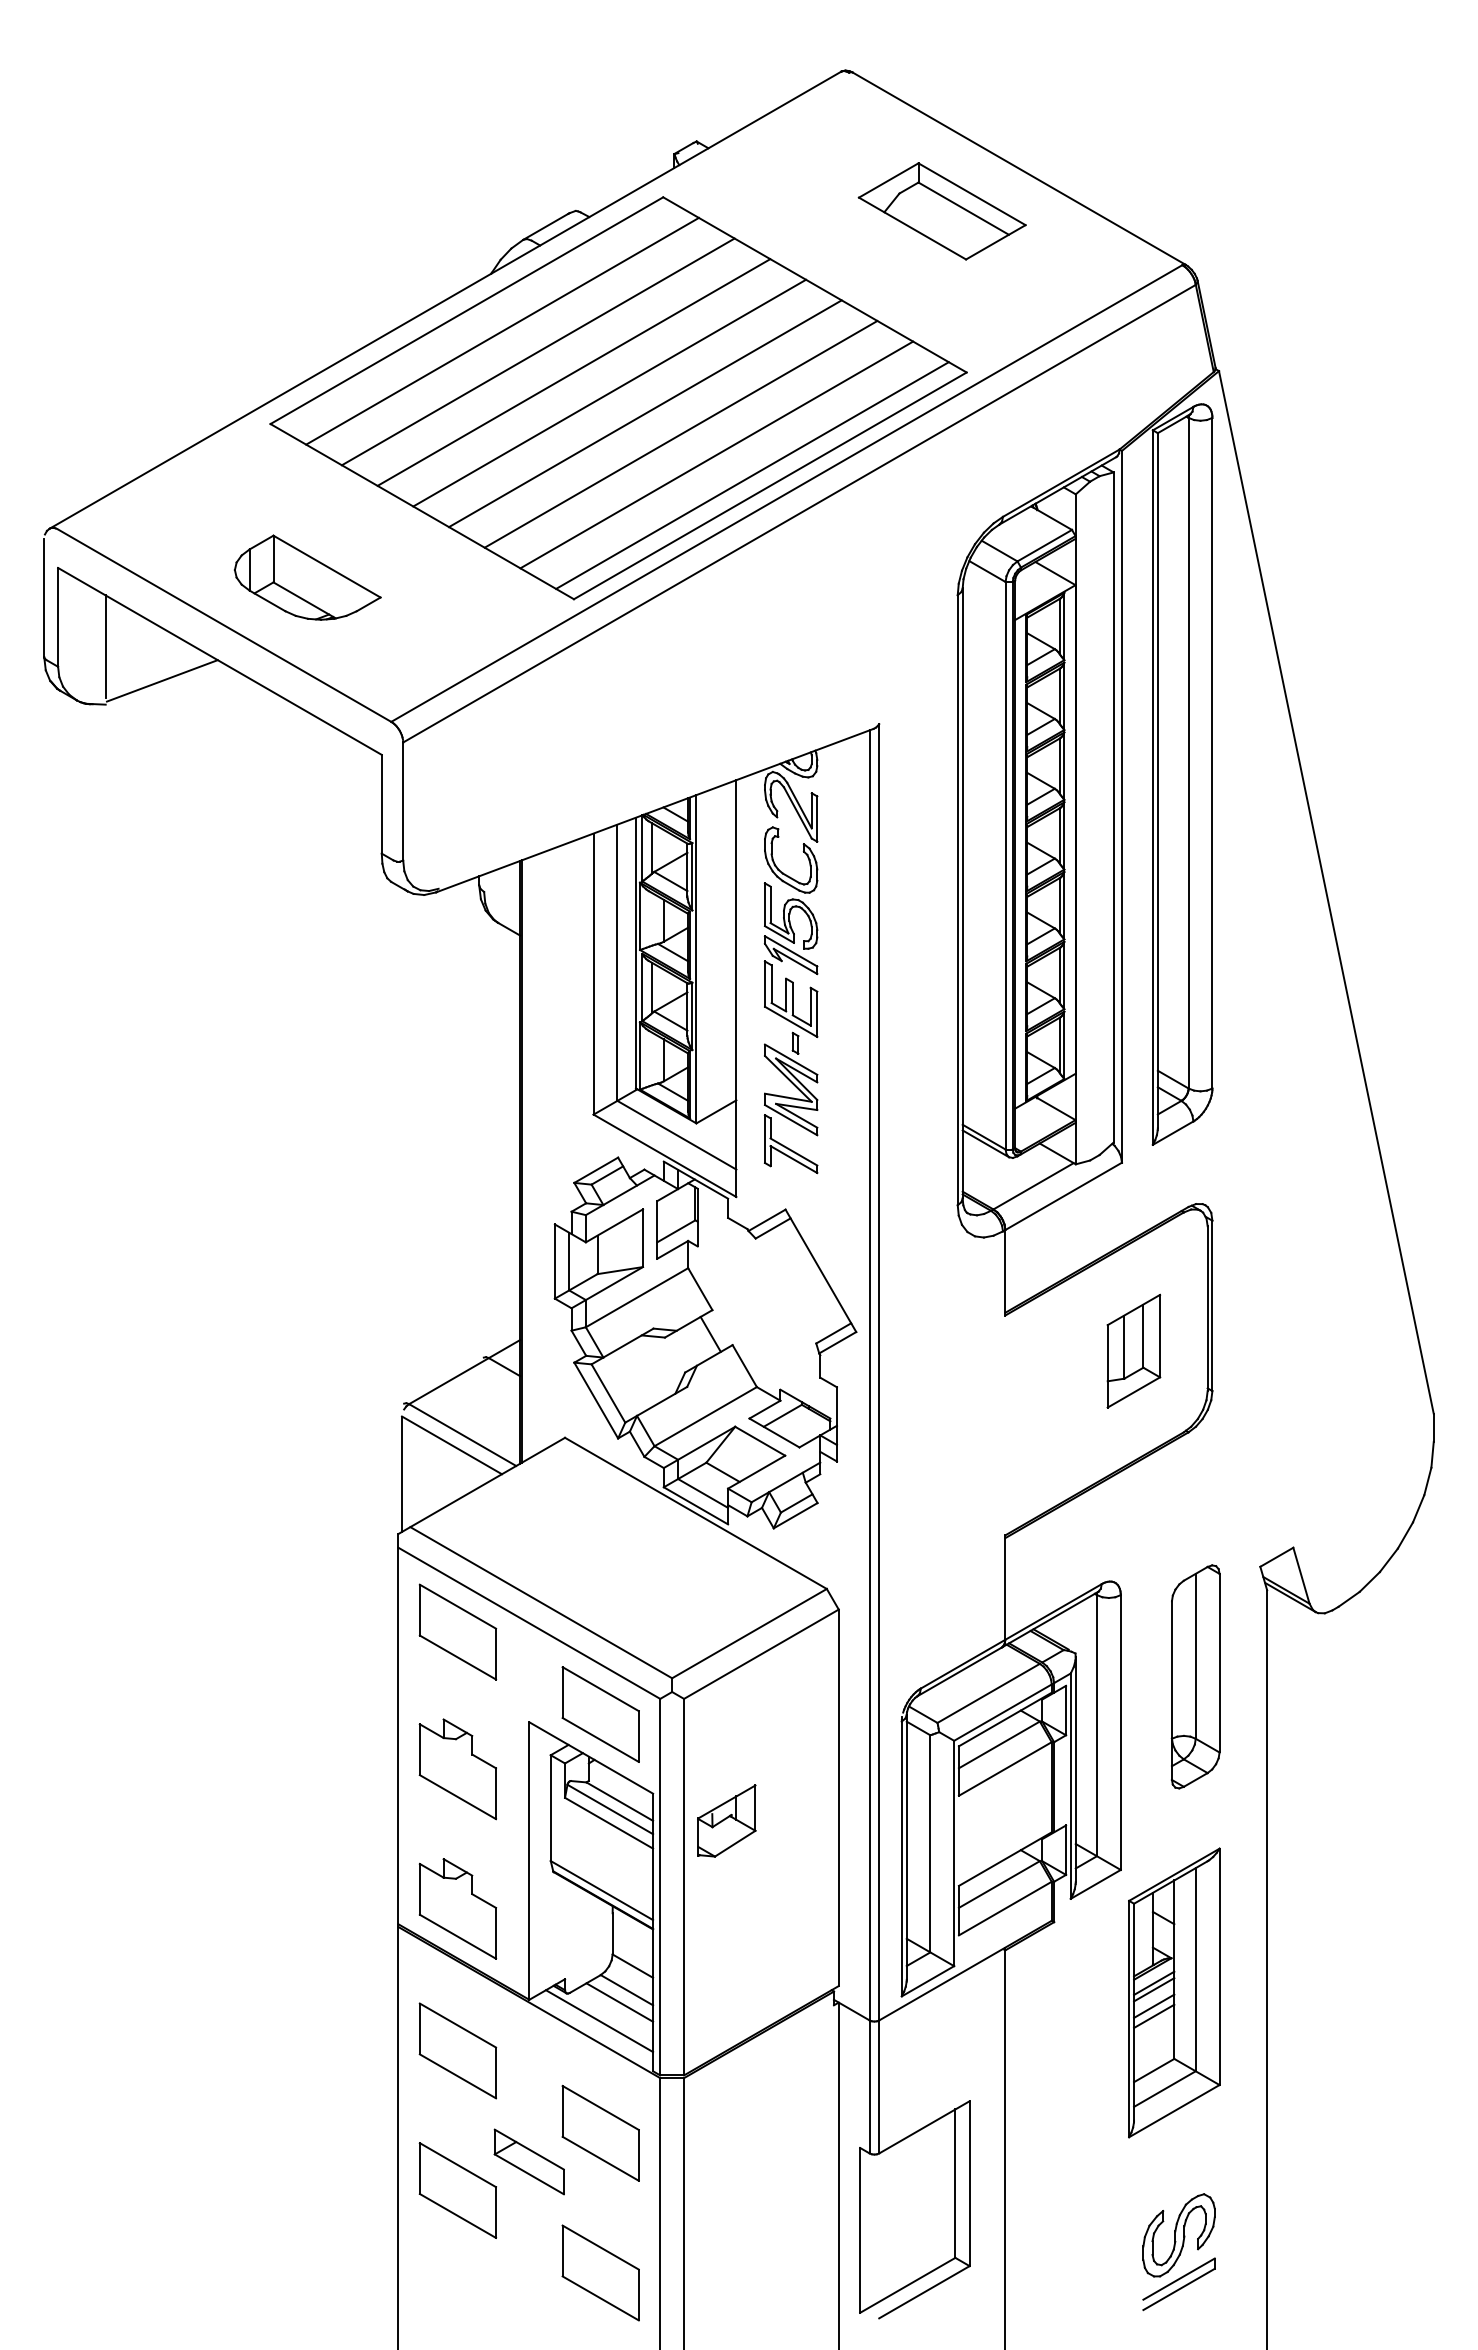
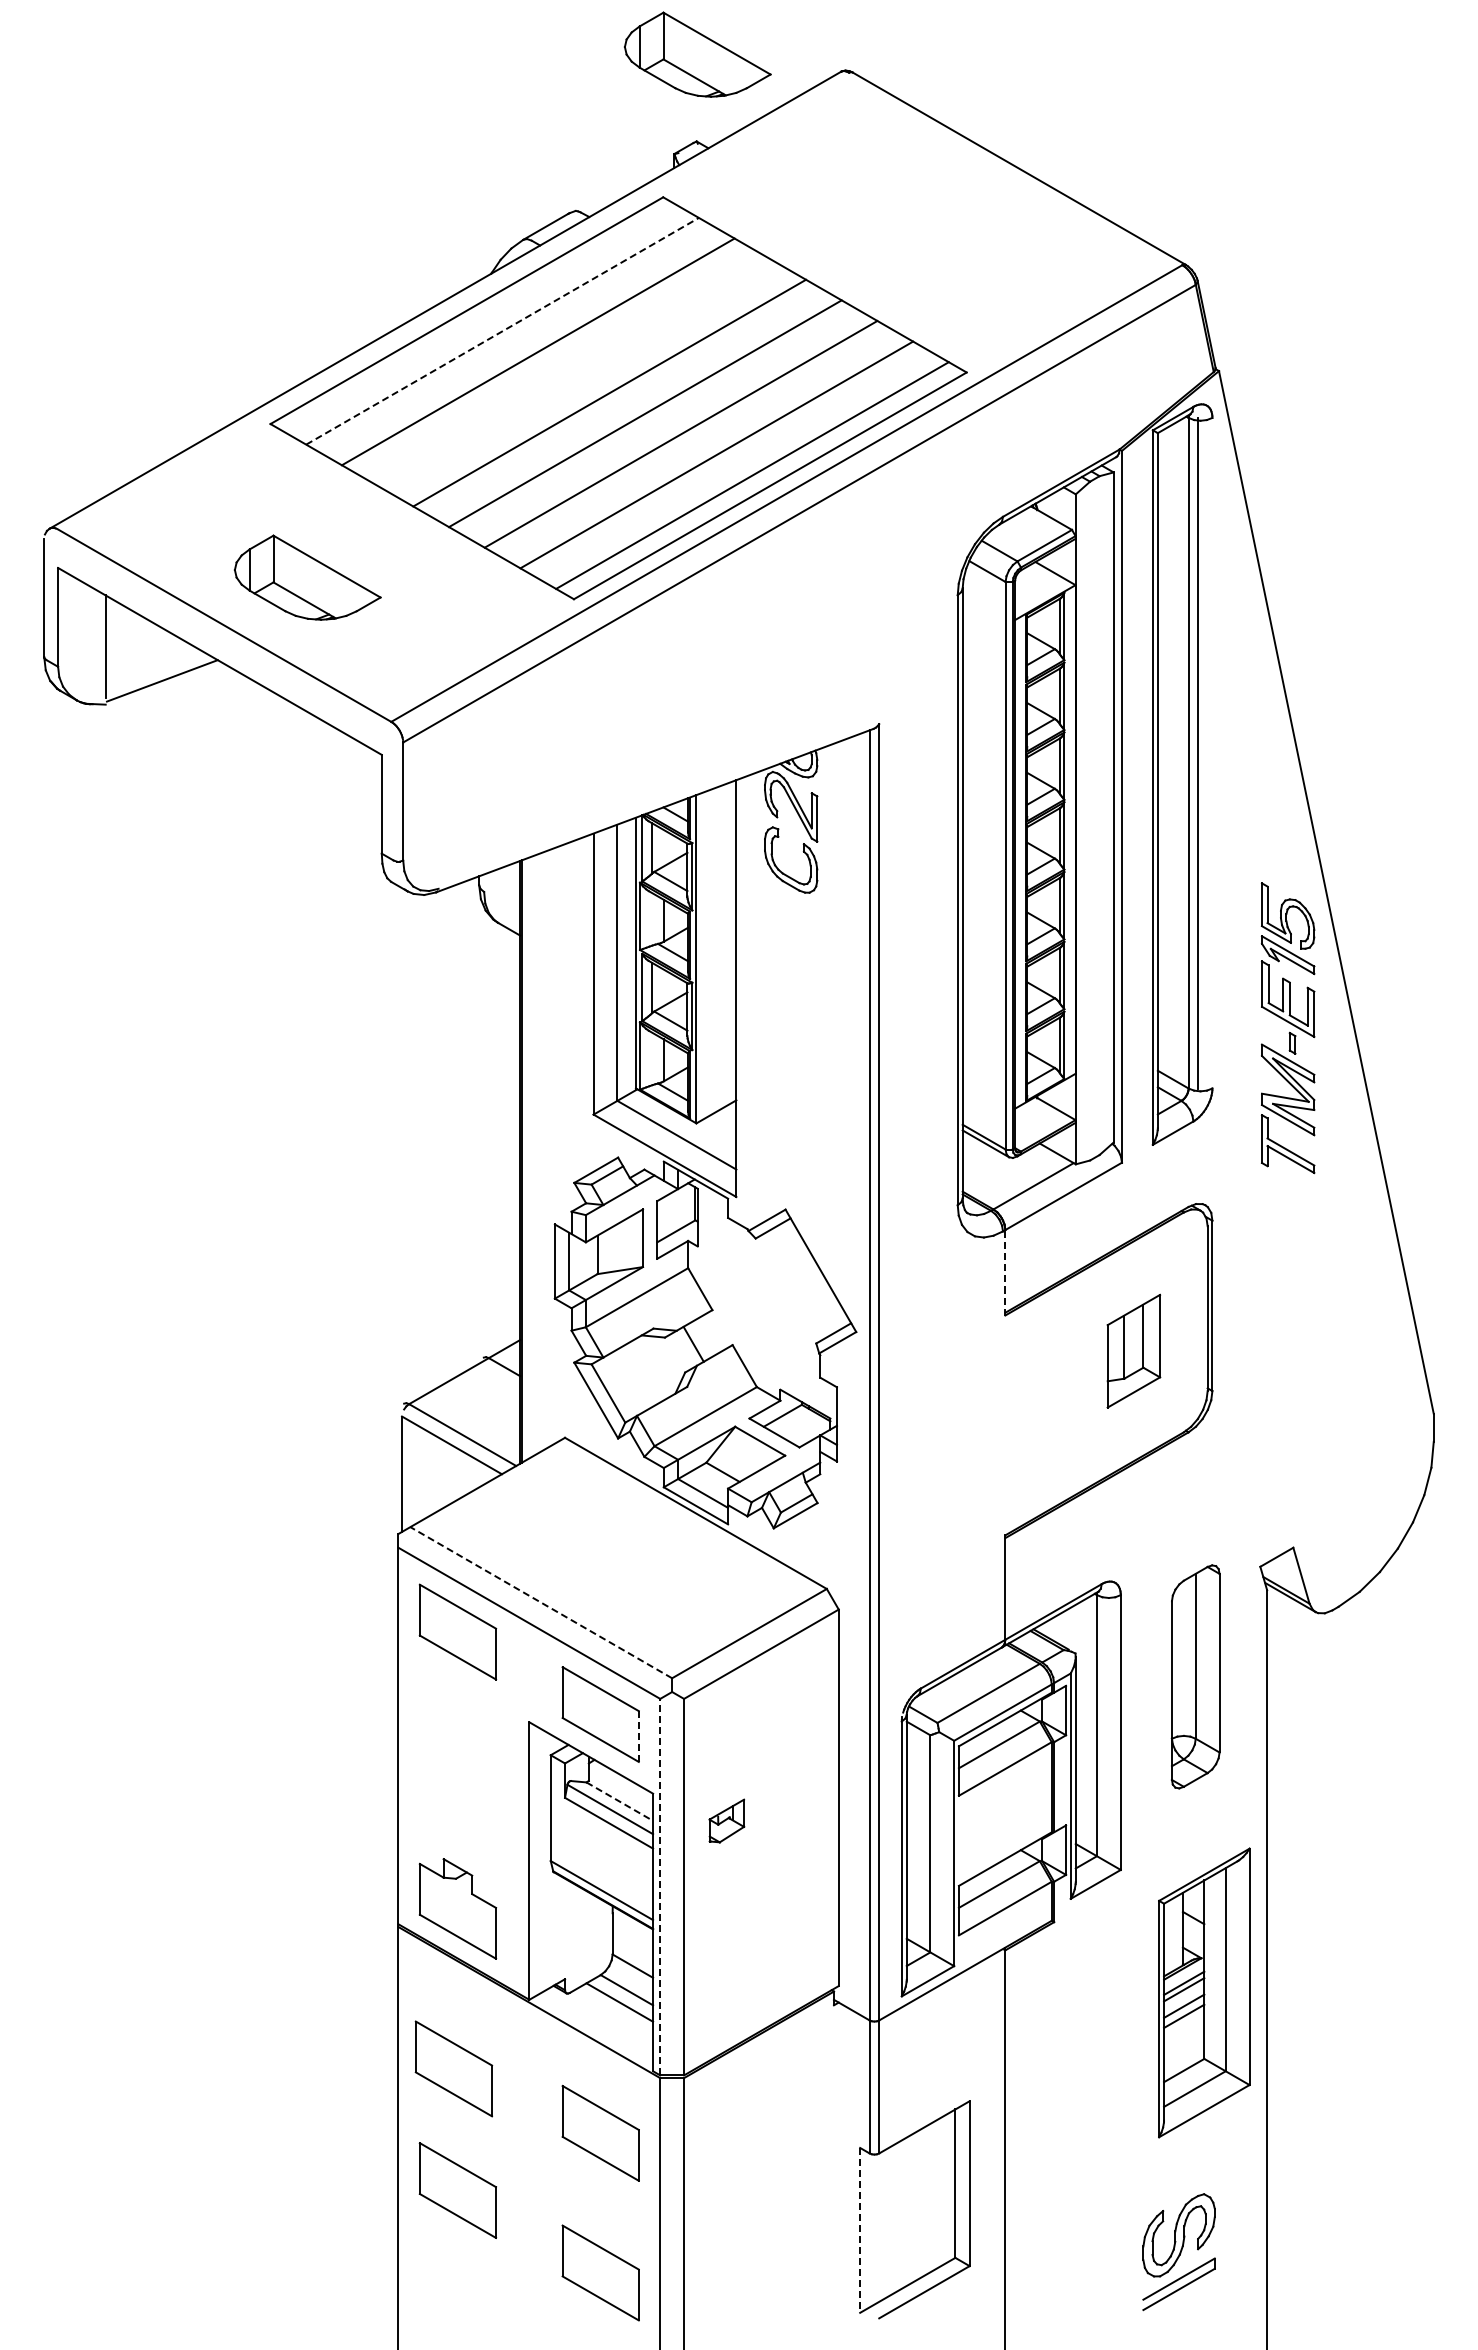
part at (697, 54): none -> present
part at (941, 211): present -> none
line at (502, 331): solid -> dashed
line at (573, 372): present -> none
line at (1212, 752) position: (1212, 752) -> (1198, 752)
part at (790, 1028) position: (790, 1028) -> (1287, 1028)
line at (1005, 1272): solid -> dashed
line at (710, 1333) position: (710, 1333) -> (693, 1343)
line at (540, 1602): solid -> dashed
line at (638, 1737): solid -> dashed
part at (457, 1769): present -> none
line at (620, 1801): solid -> dashed
part at (726, 1820) size: 60x74 px -> 38x46 px
line at (660, 1886): solid -> dashed
part at (1174, 1992) position: (1174, 1992) -> (1204, 1992)
line at (599, 2021): present -> none
part at (457, 2050) position: (457, 2050) -> (453, 2068)
part at (528, 2161): present -> none
line at (838, 2174): present -> none
line at (860, 2230): solid -> dashed
